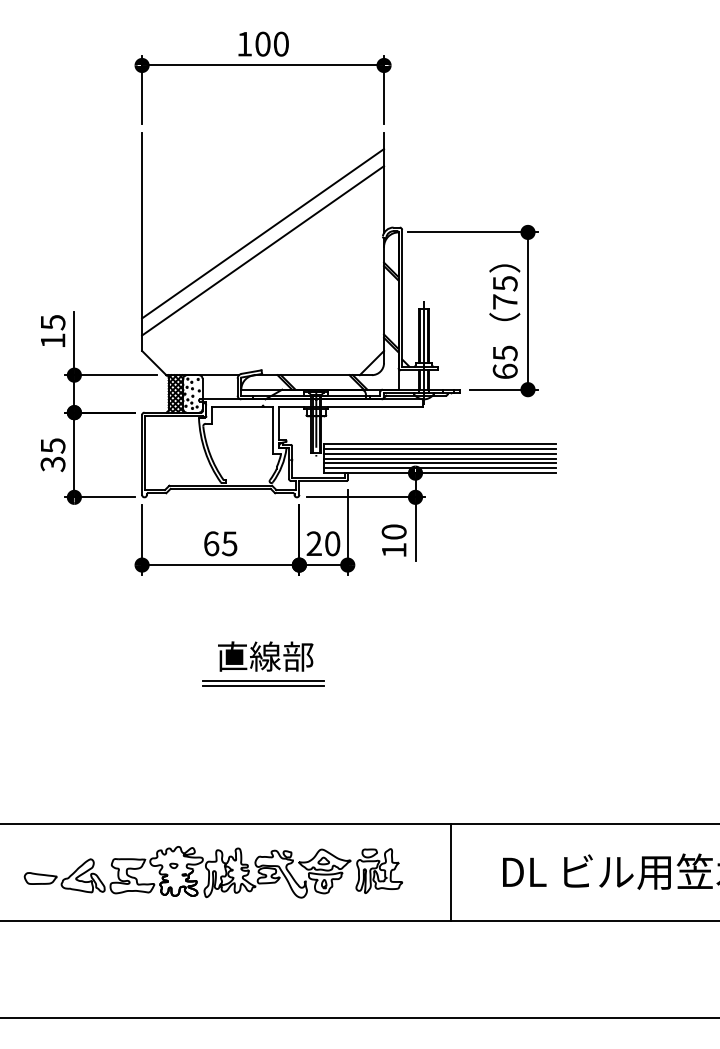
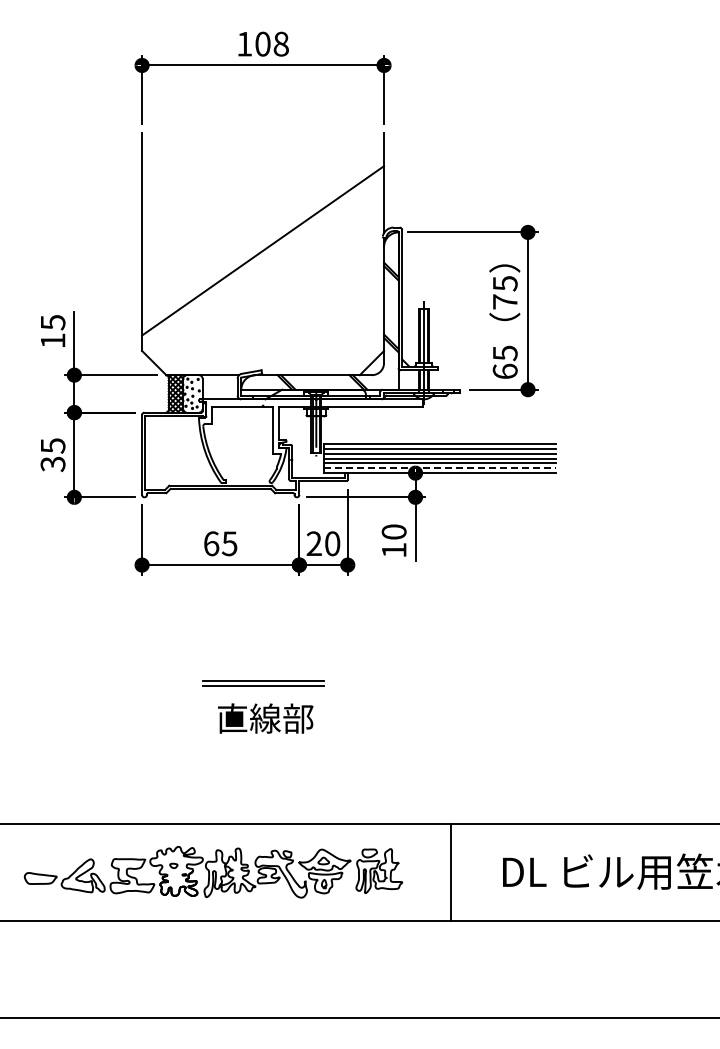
text at (280, 44): 100 -> 108
line at (263, 233): present -> none
line at (440, 468): solid -> dashed
text at (265, 656) position: (265, 656) -> (265, 718)
